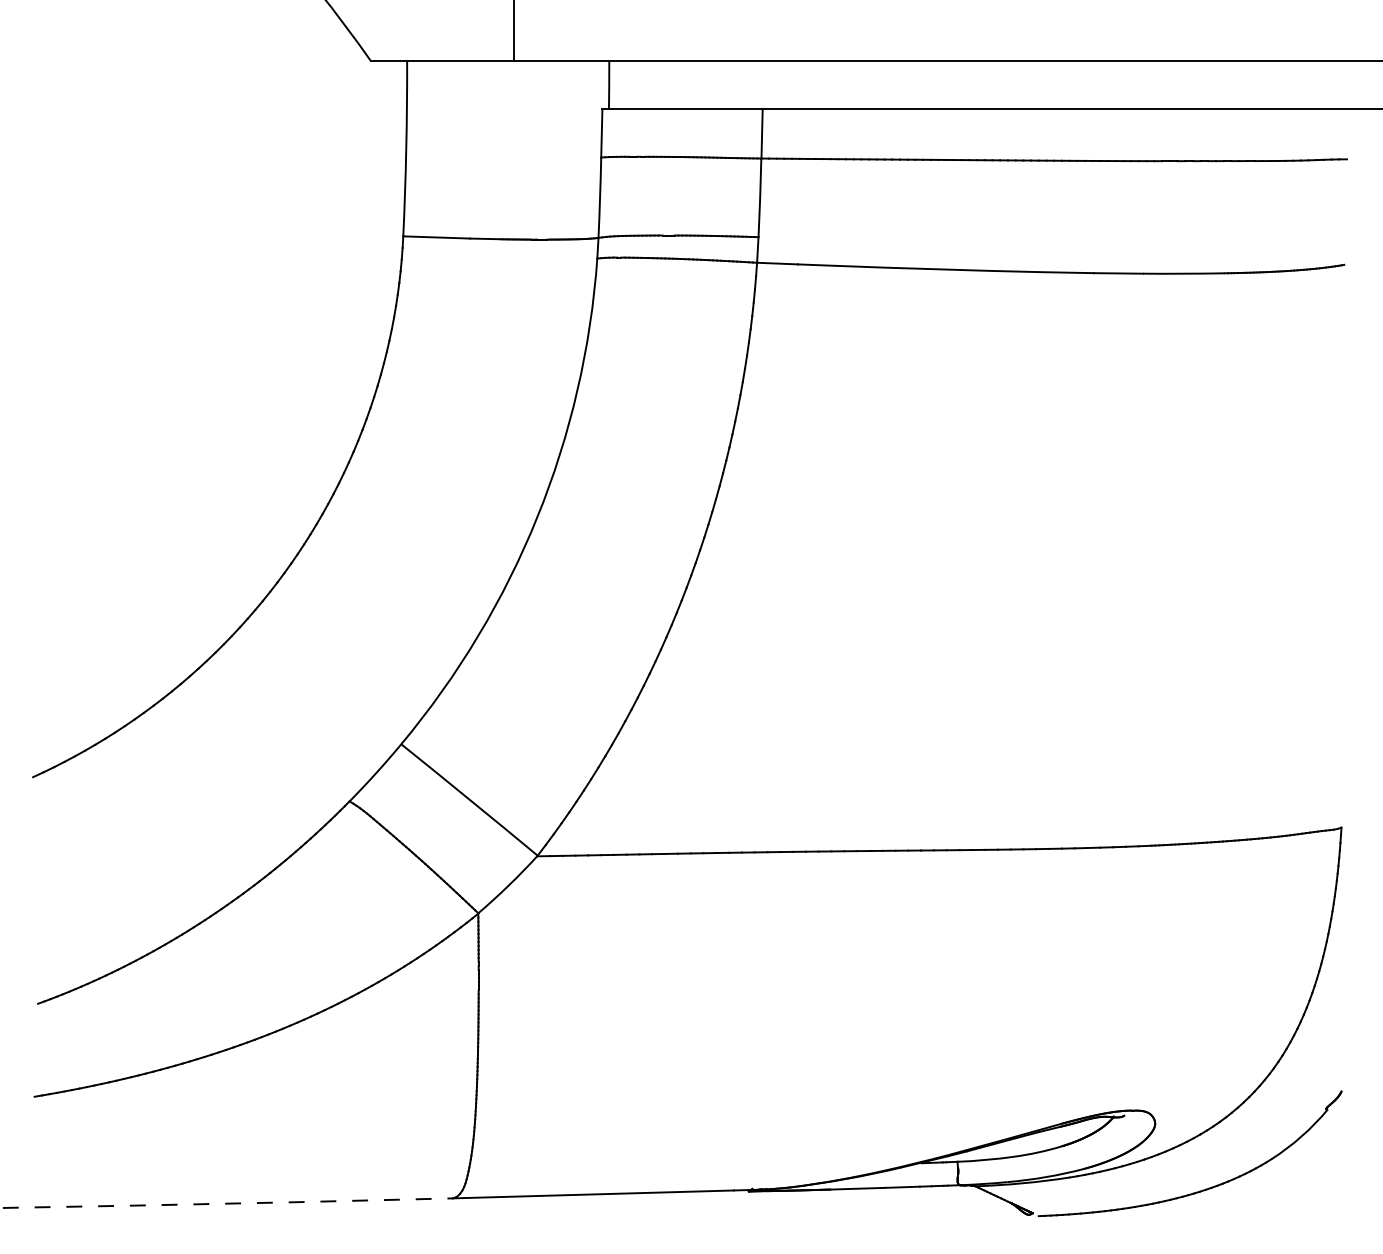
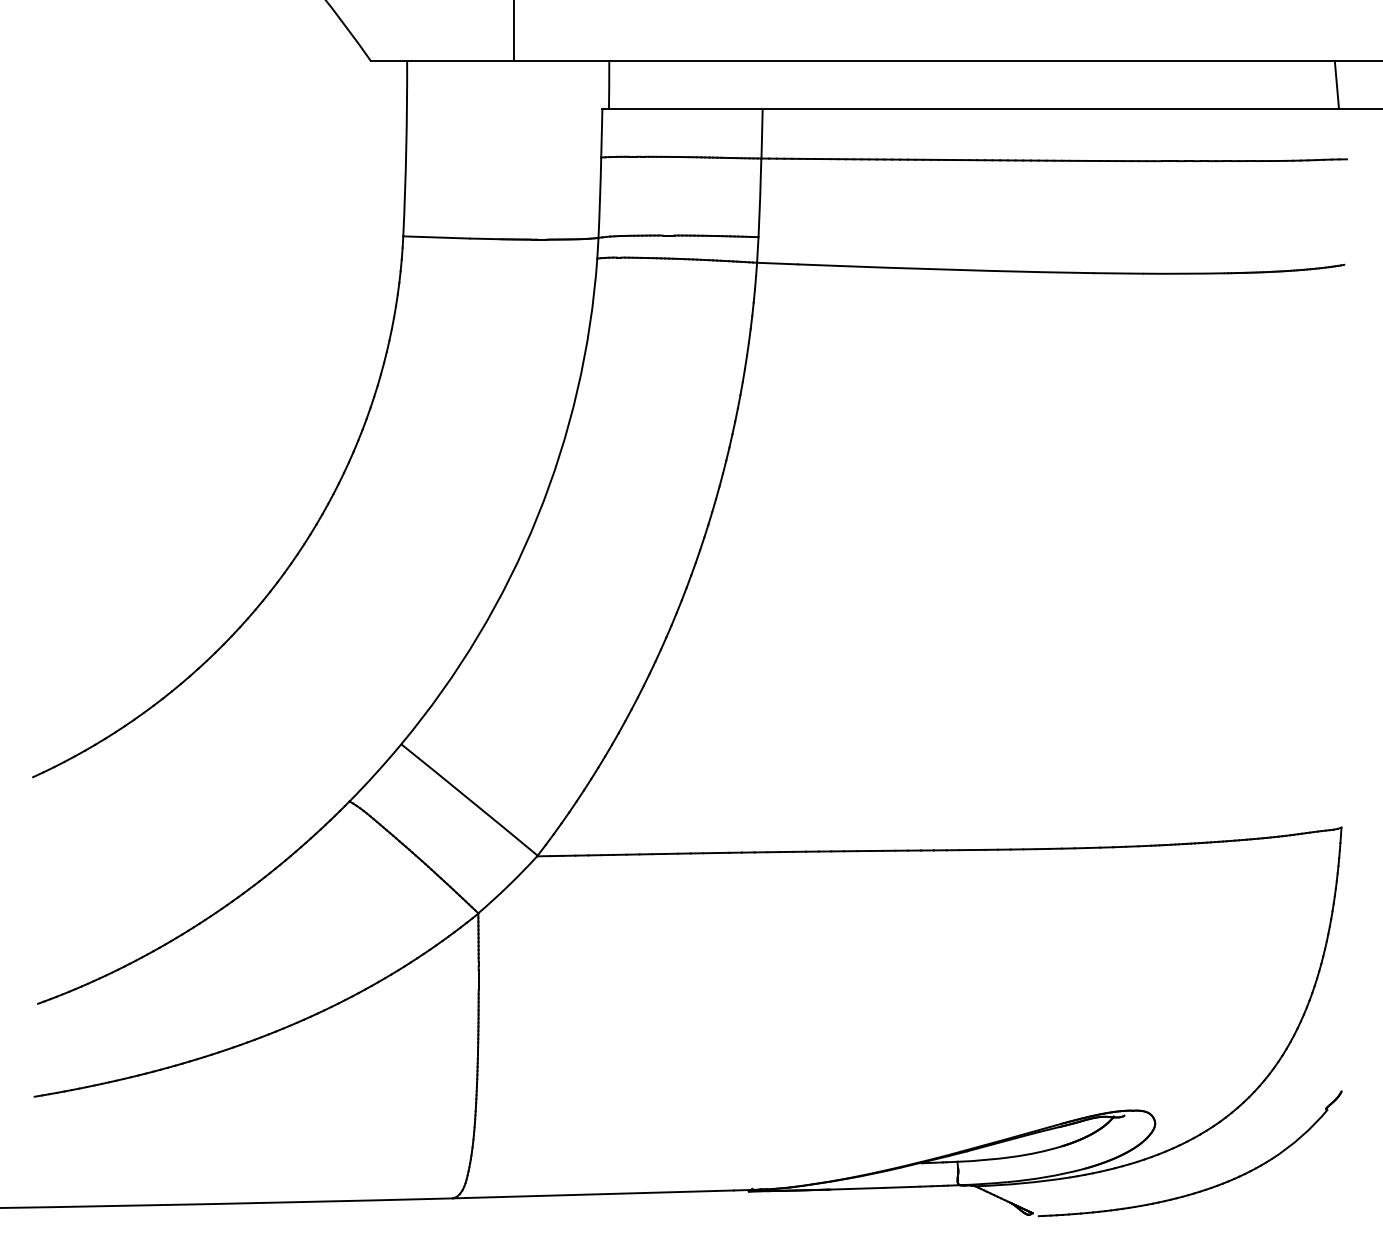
line at (1336, 84): none -> present
arc at (227, 1203): dashed -> solid
